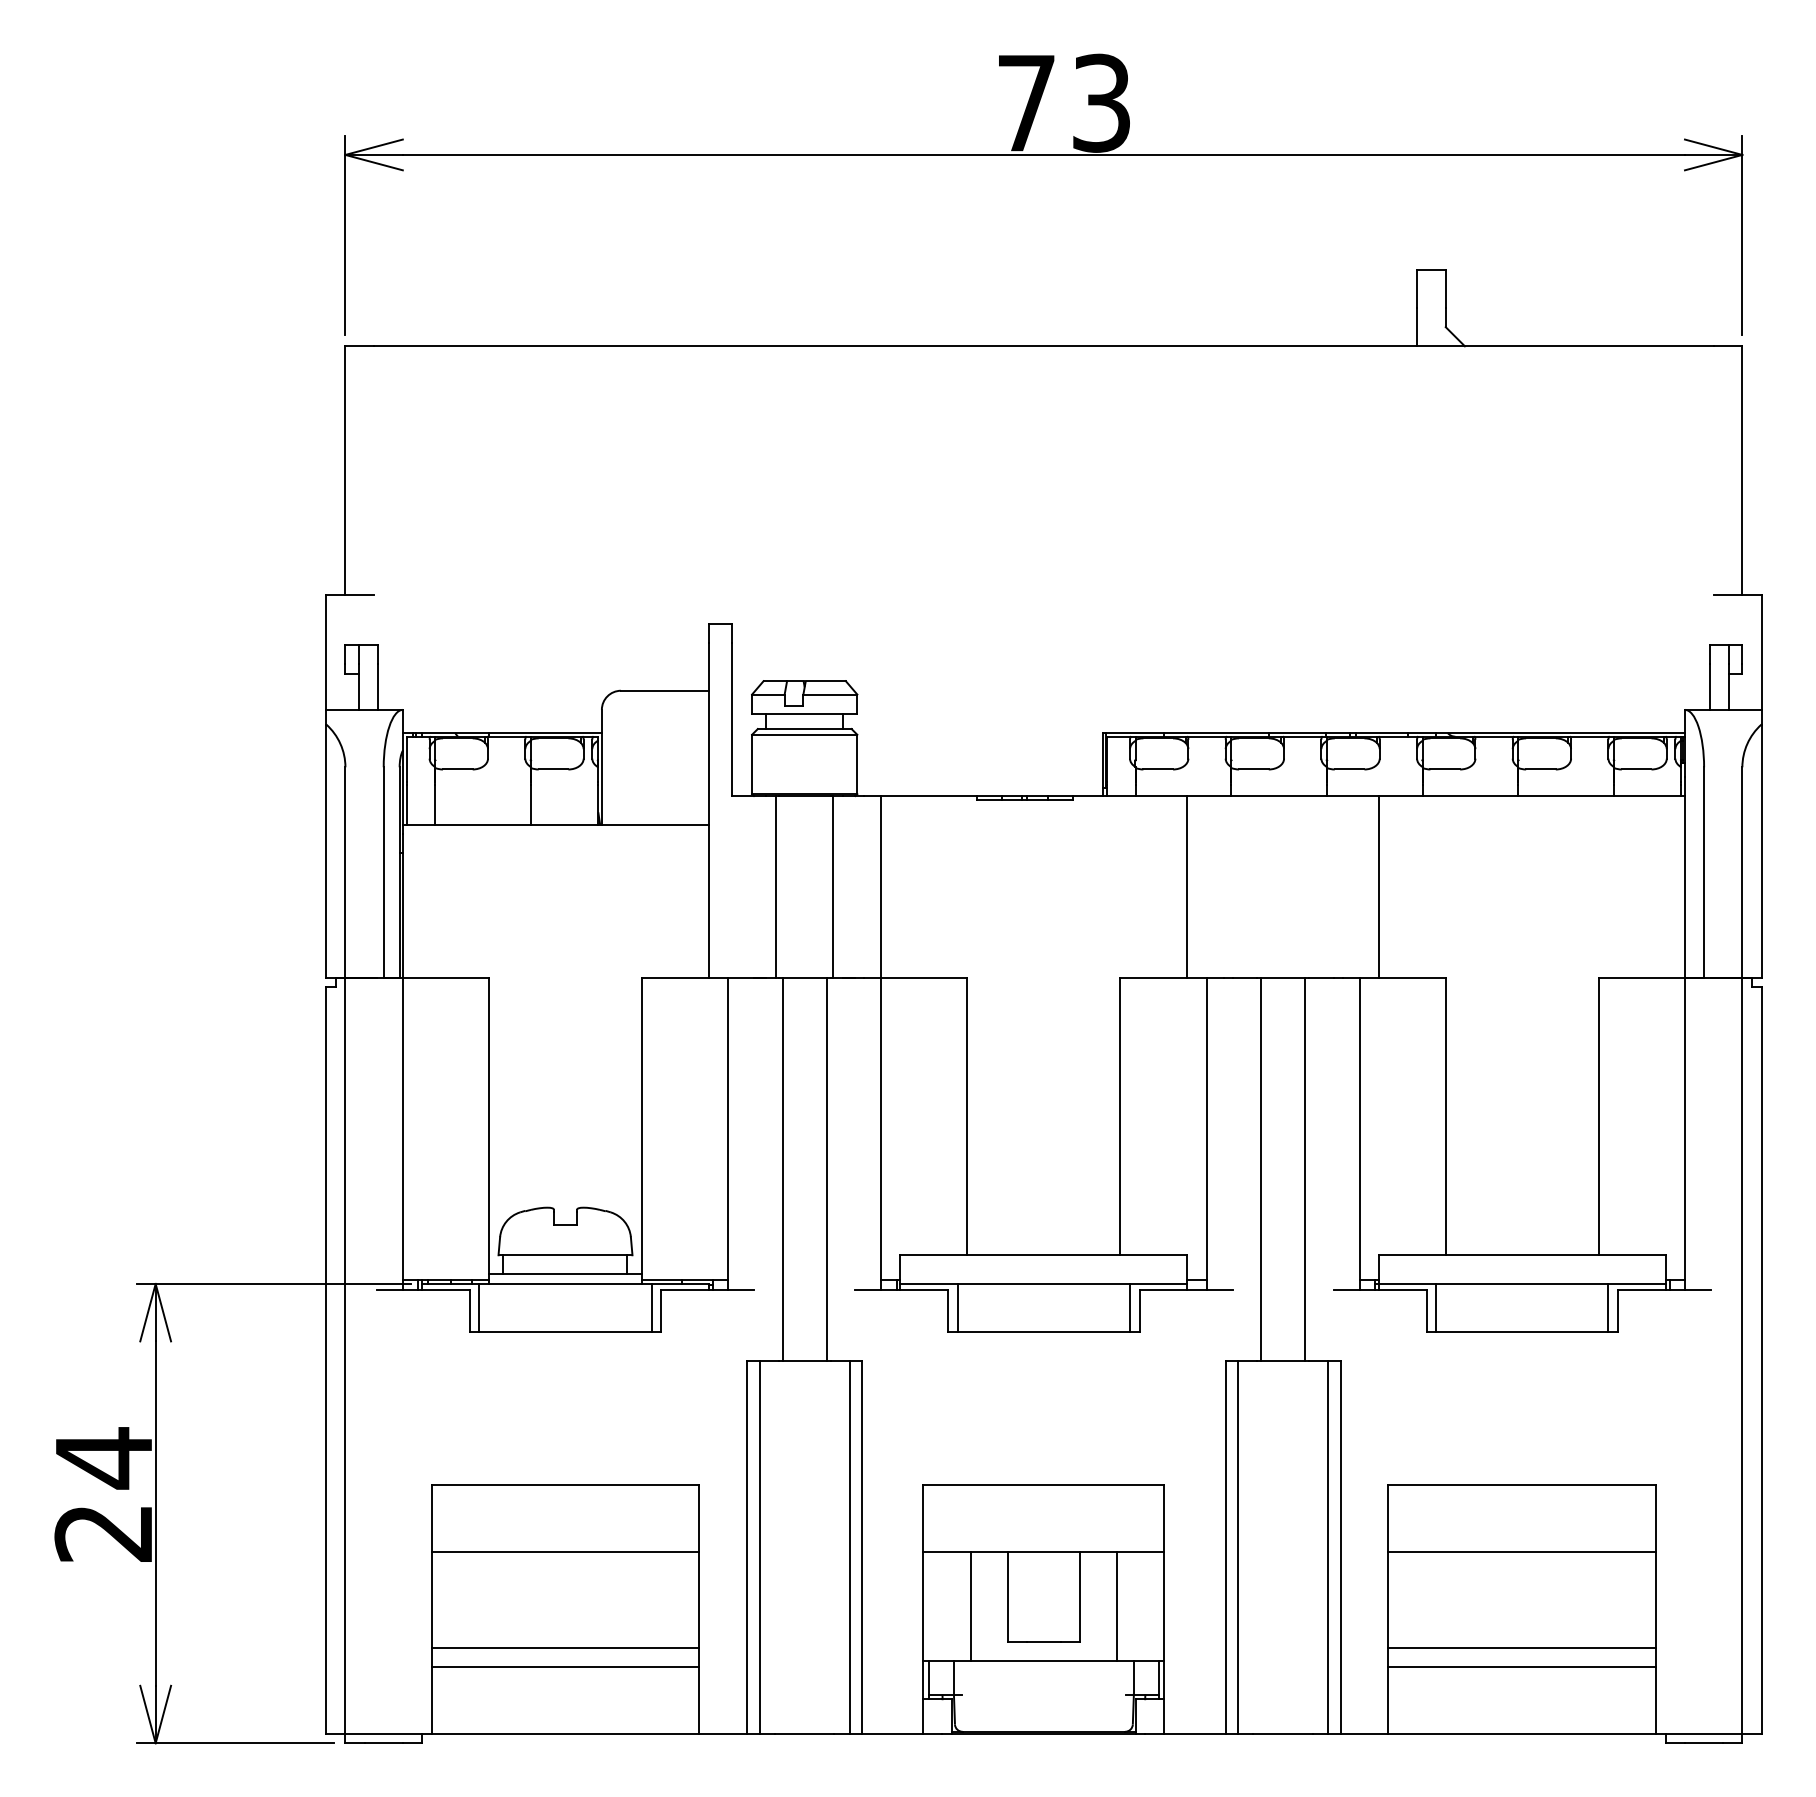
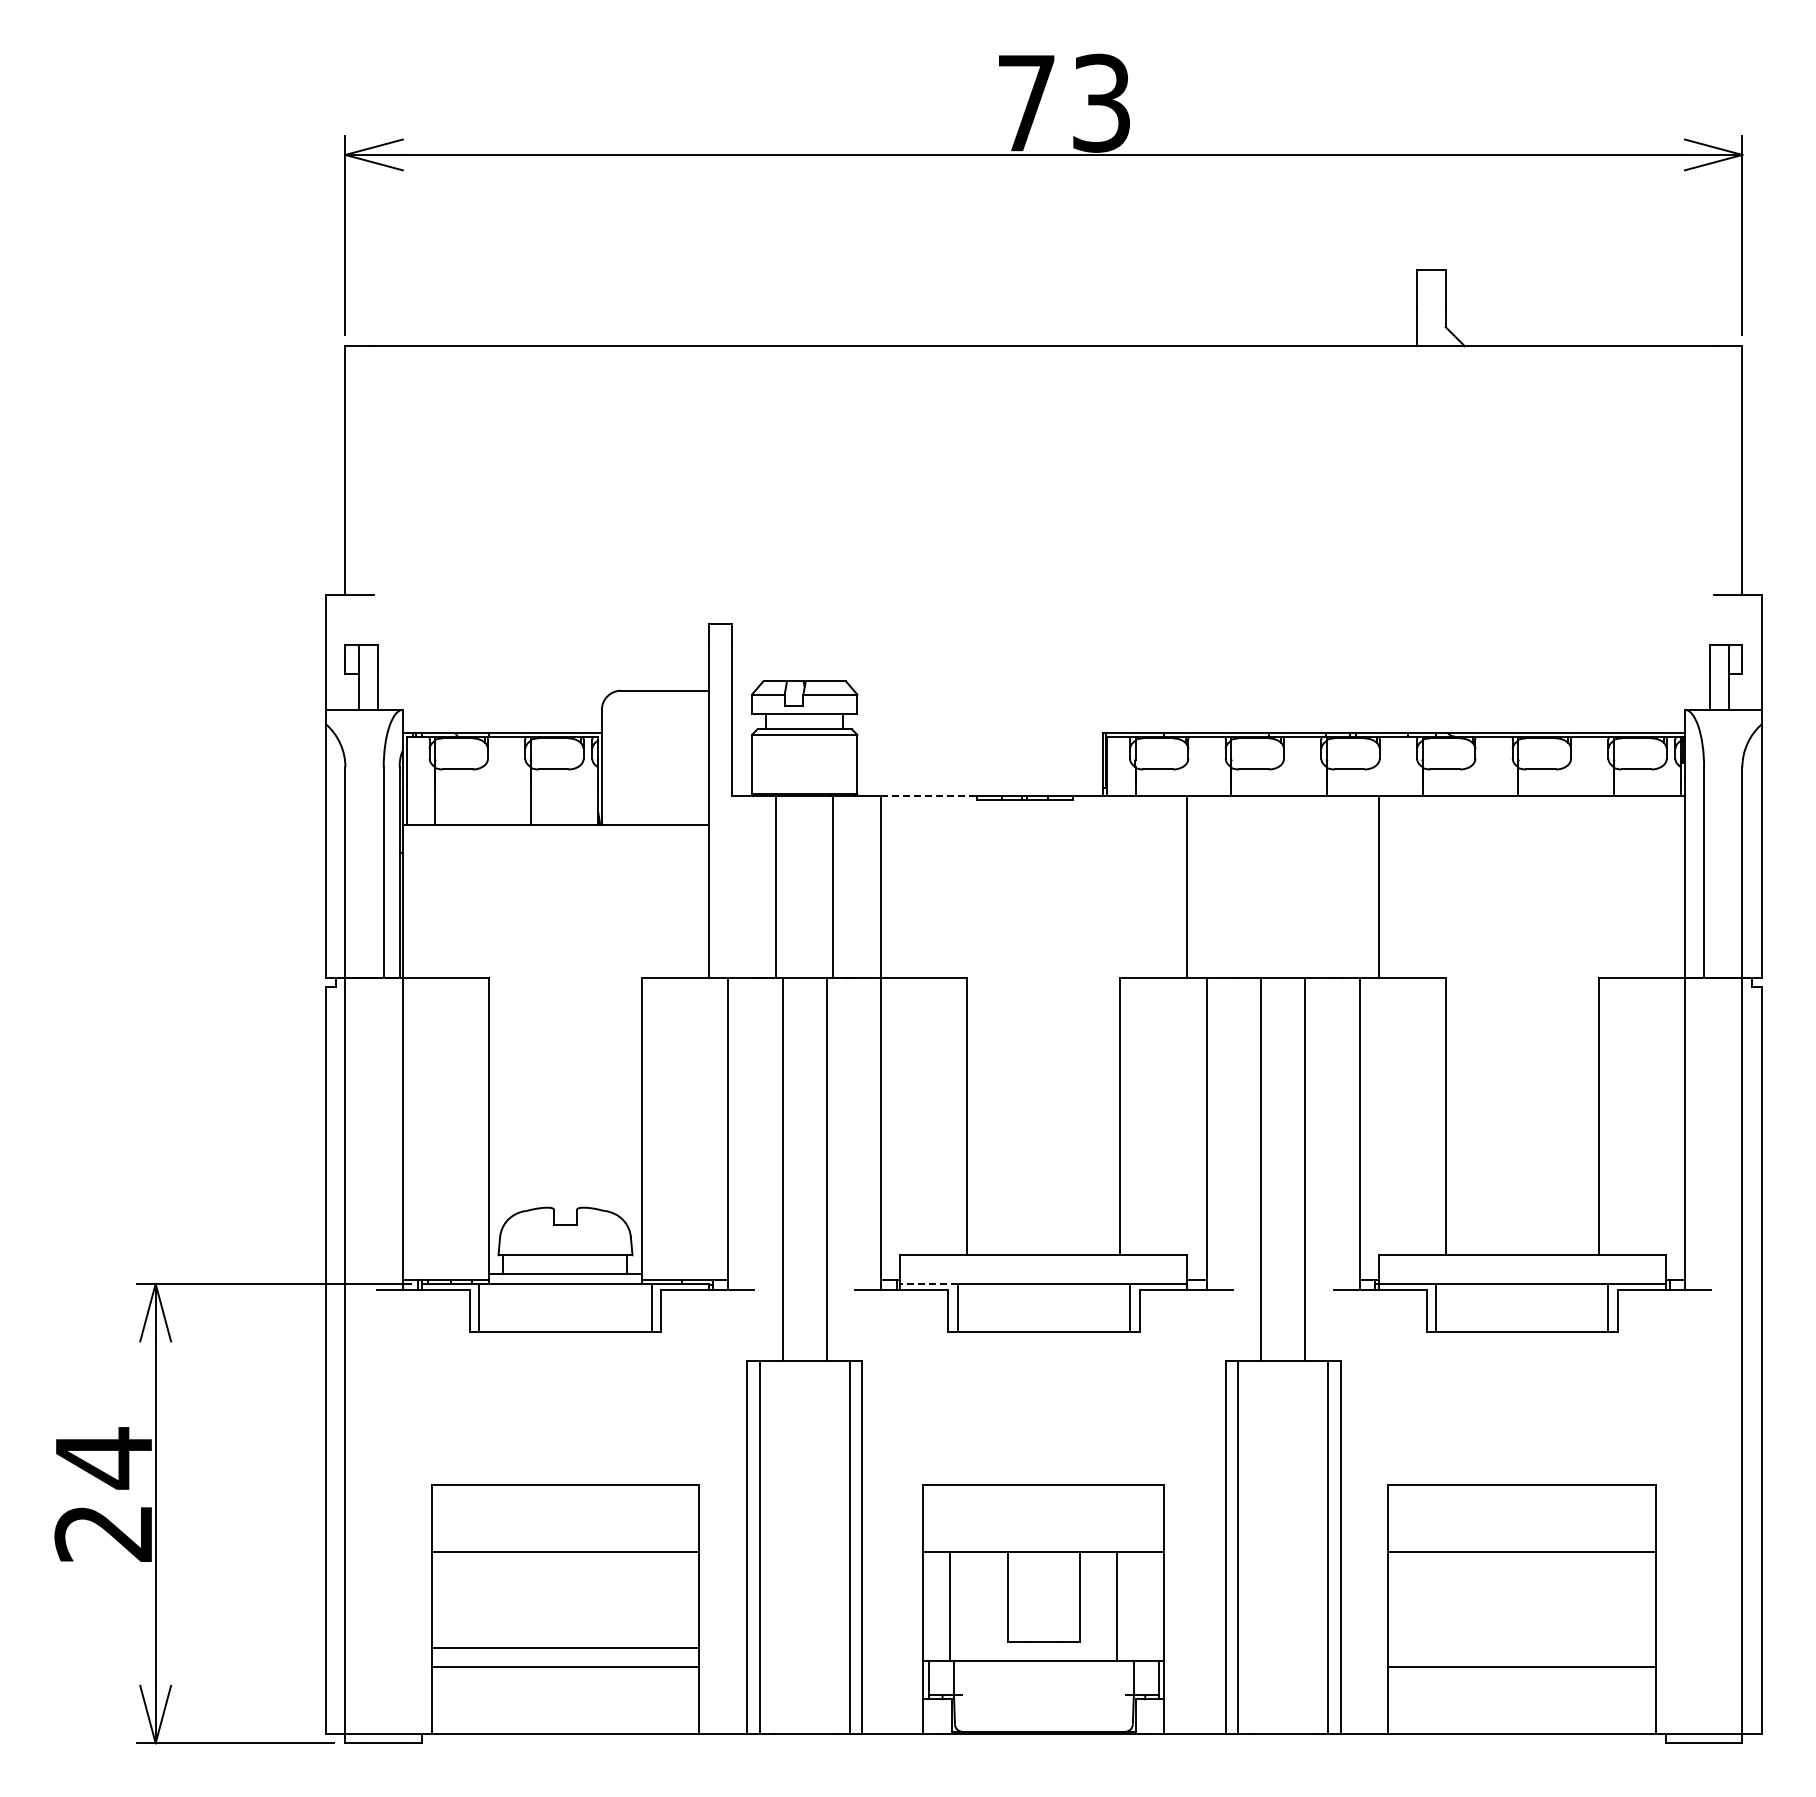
line at (929, 796): solid -> dashed
line at (929, 1283): solid -> dashed
line at (971, 1605) position: (971, 1605) -> (950, 1605)
line at (1522, 1647): present -> none
